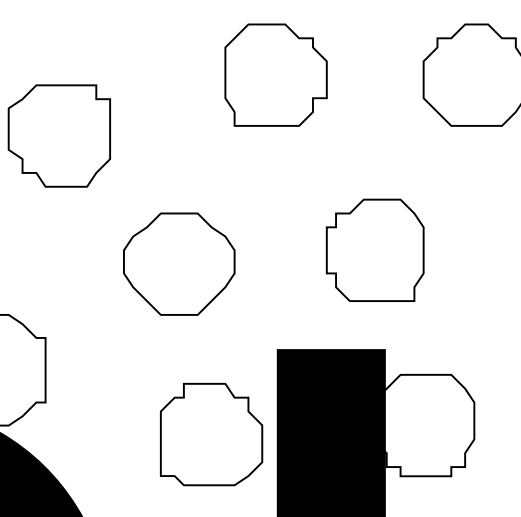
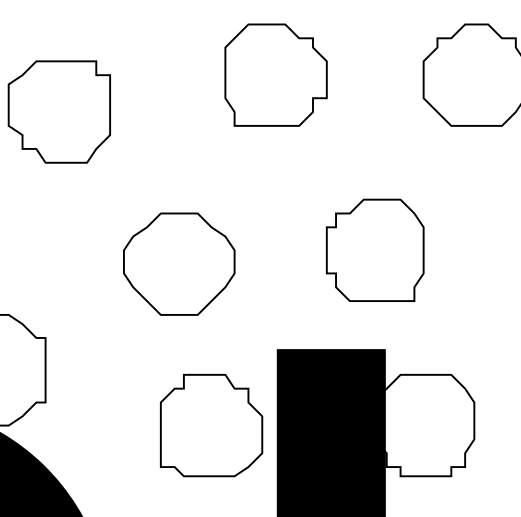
part at (58, 135) position: (58, 135) -> (58, 111)
part at (211, 434) position: (211, 434) -> (211, 425)
